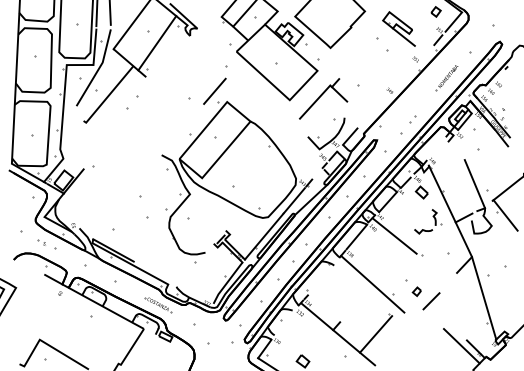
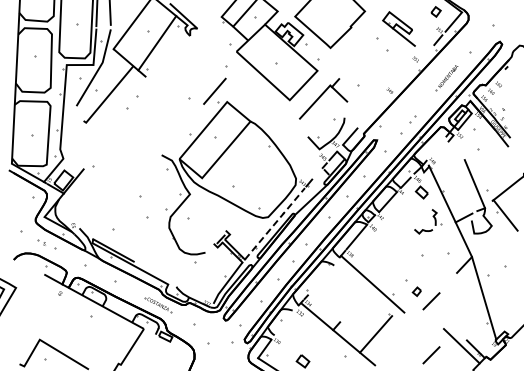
line at (274, 223): solid -> dashed
line at (394, 235): present -> none
line at (431, 355): none -> present
